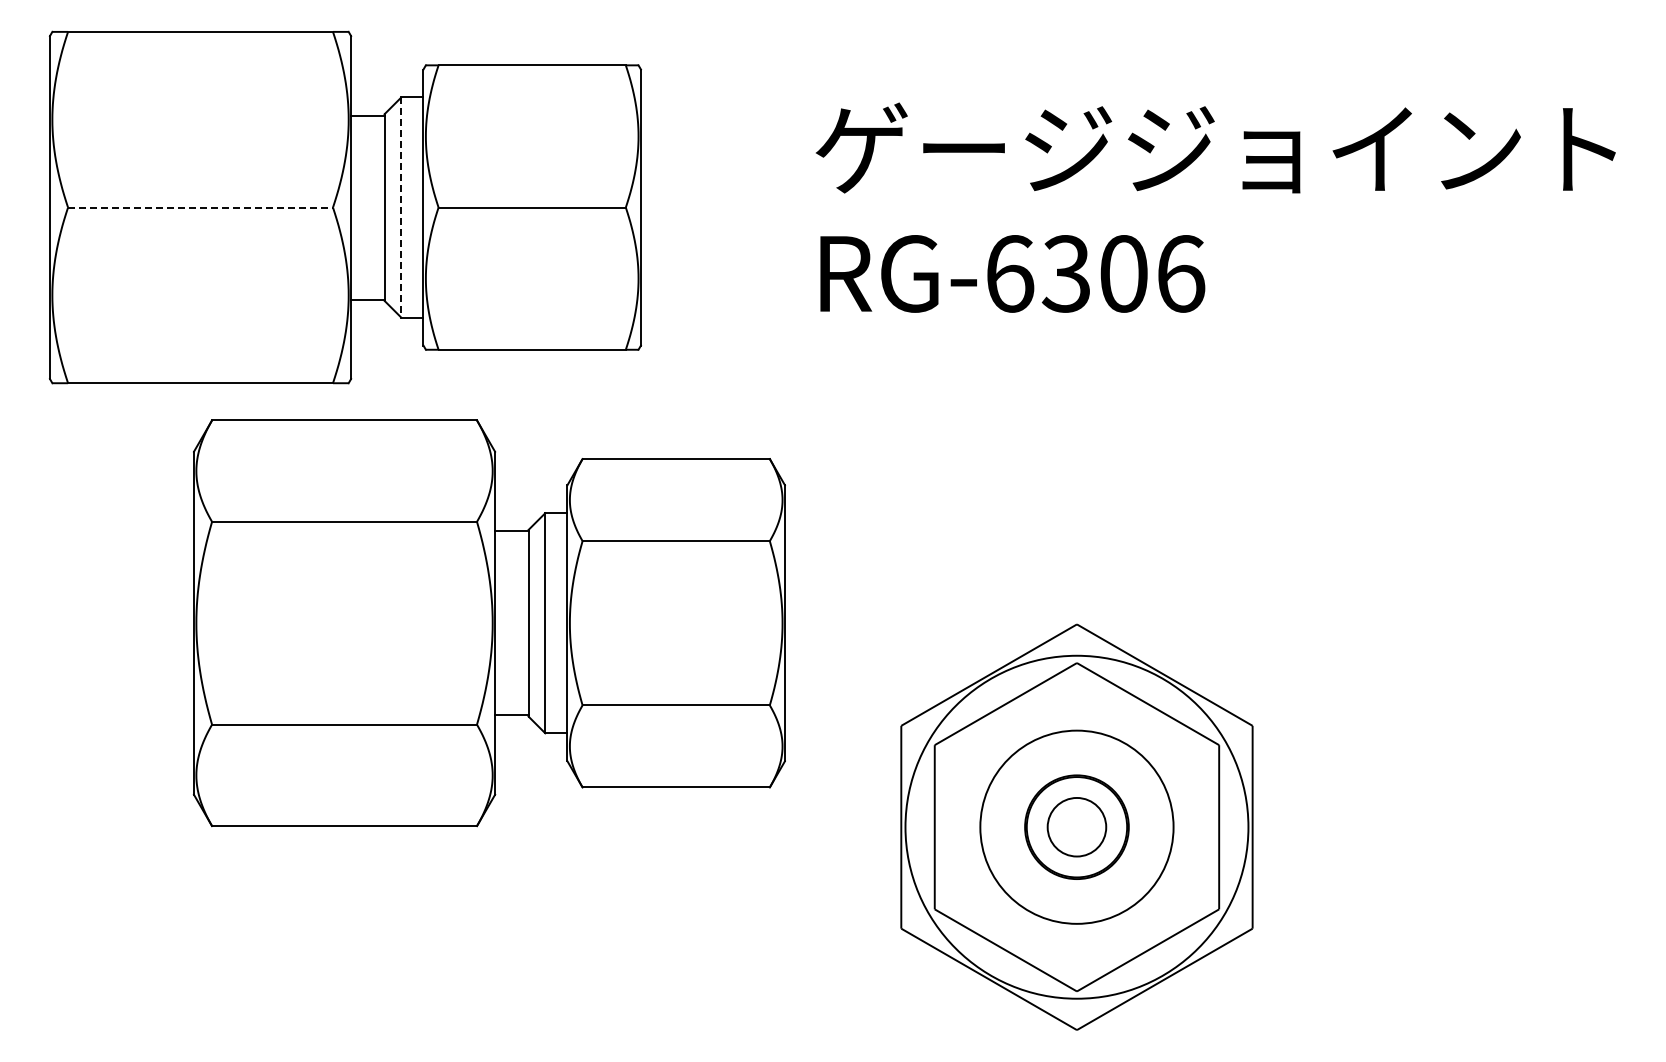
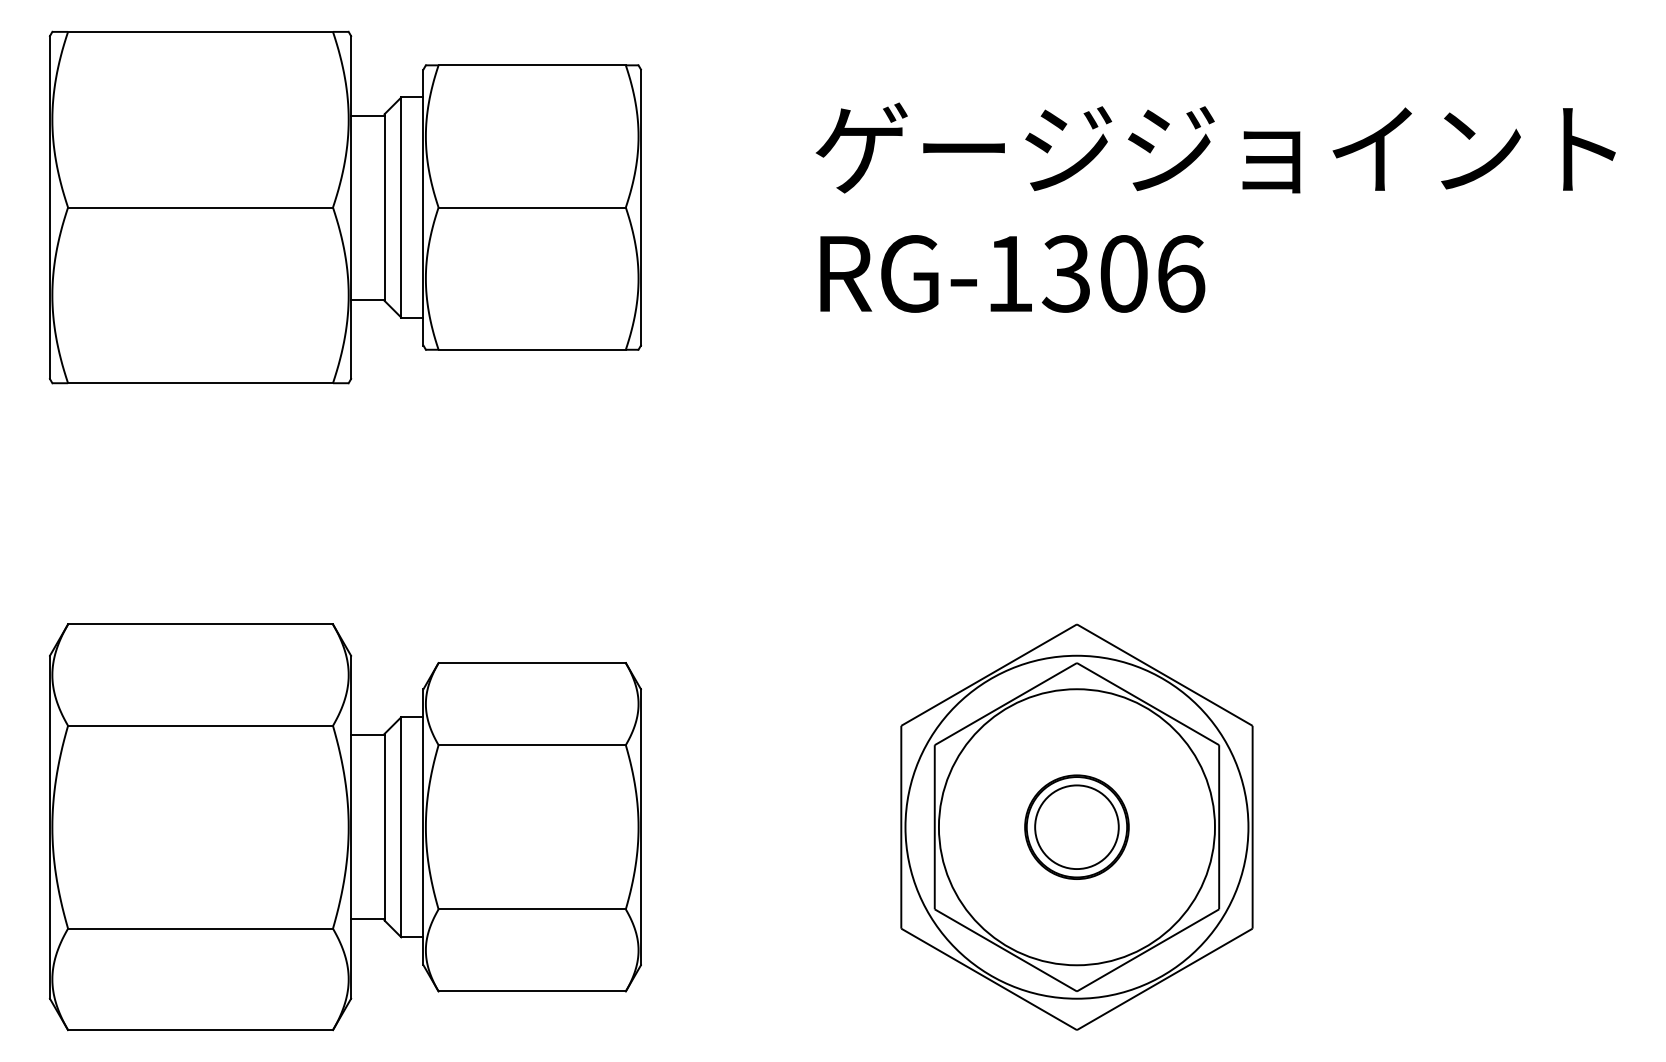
line at (201, 207): dashed -> solid
line at (401, 208): dashed -> solid
text at (1010, 273): RG-6306 -> RG-1306
part at (488, 623) position: (488, 623) -> (344, 827)
circle at (1076, 826) diameter: 193 px -> 276 px
circle at (1076, 826) diameter: 59 px -> 84 px
